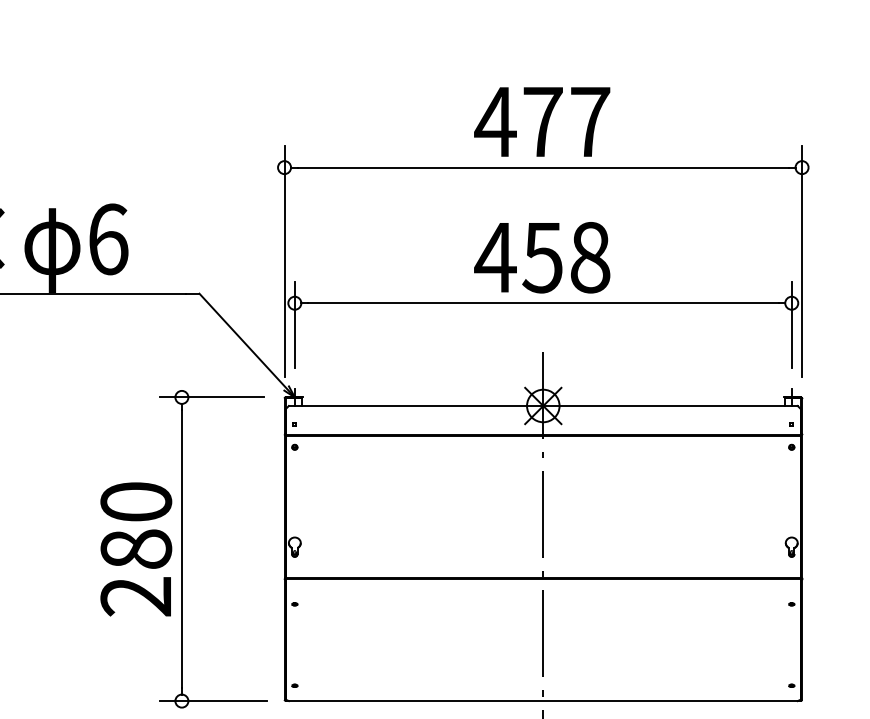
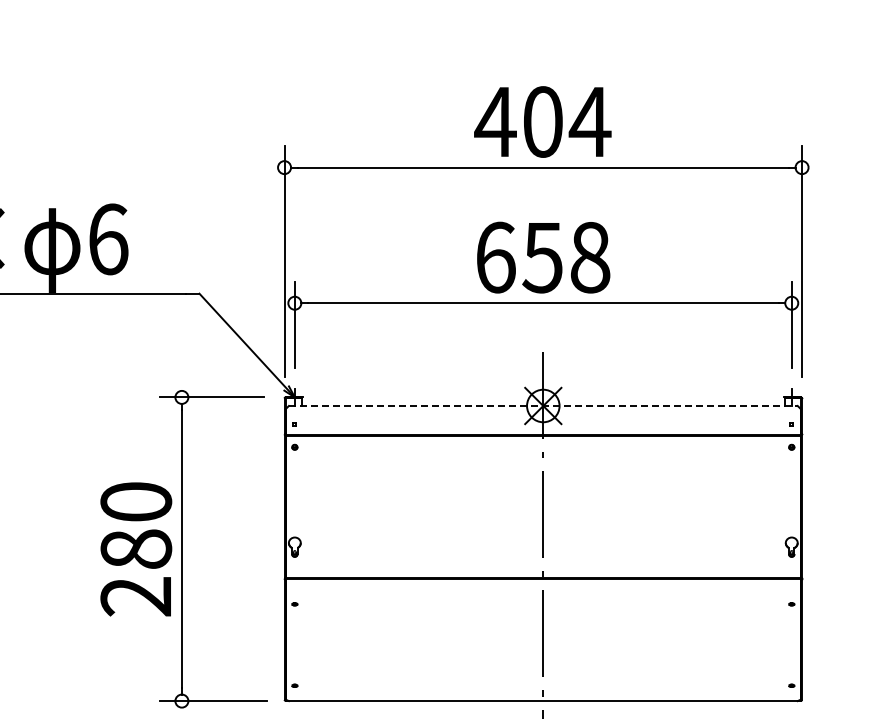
text at (567, 121): 477 -> 404
text at (495, 257): 458 -> 658
line at (543, 405): solid -> dashed
